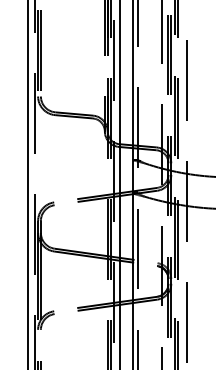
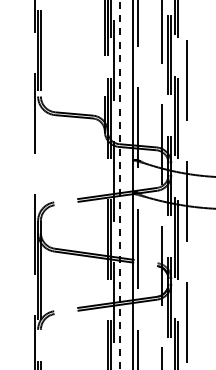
line at (28, 184): present -> none
line at (120, 185): solid -> dashed
